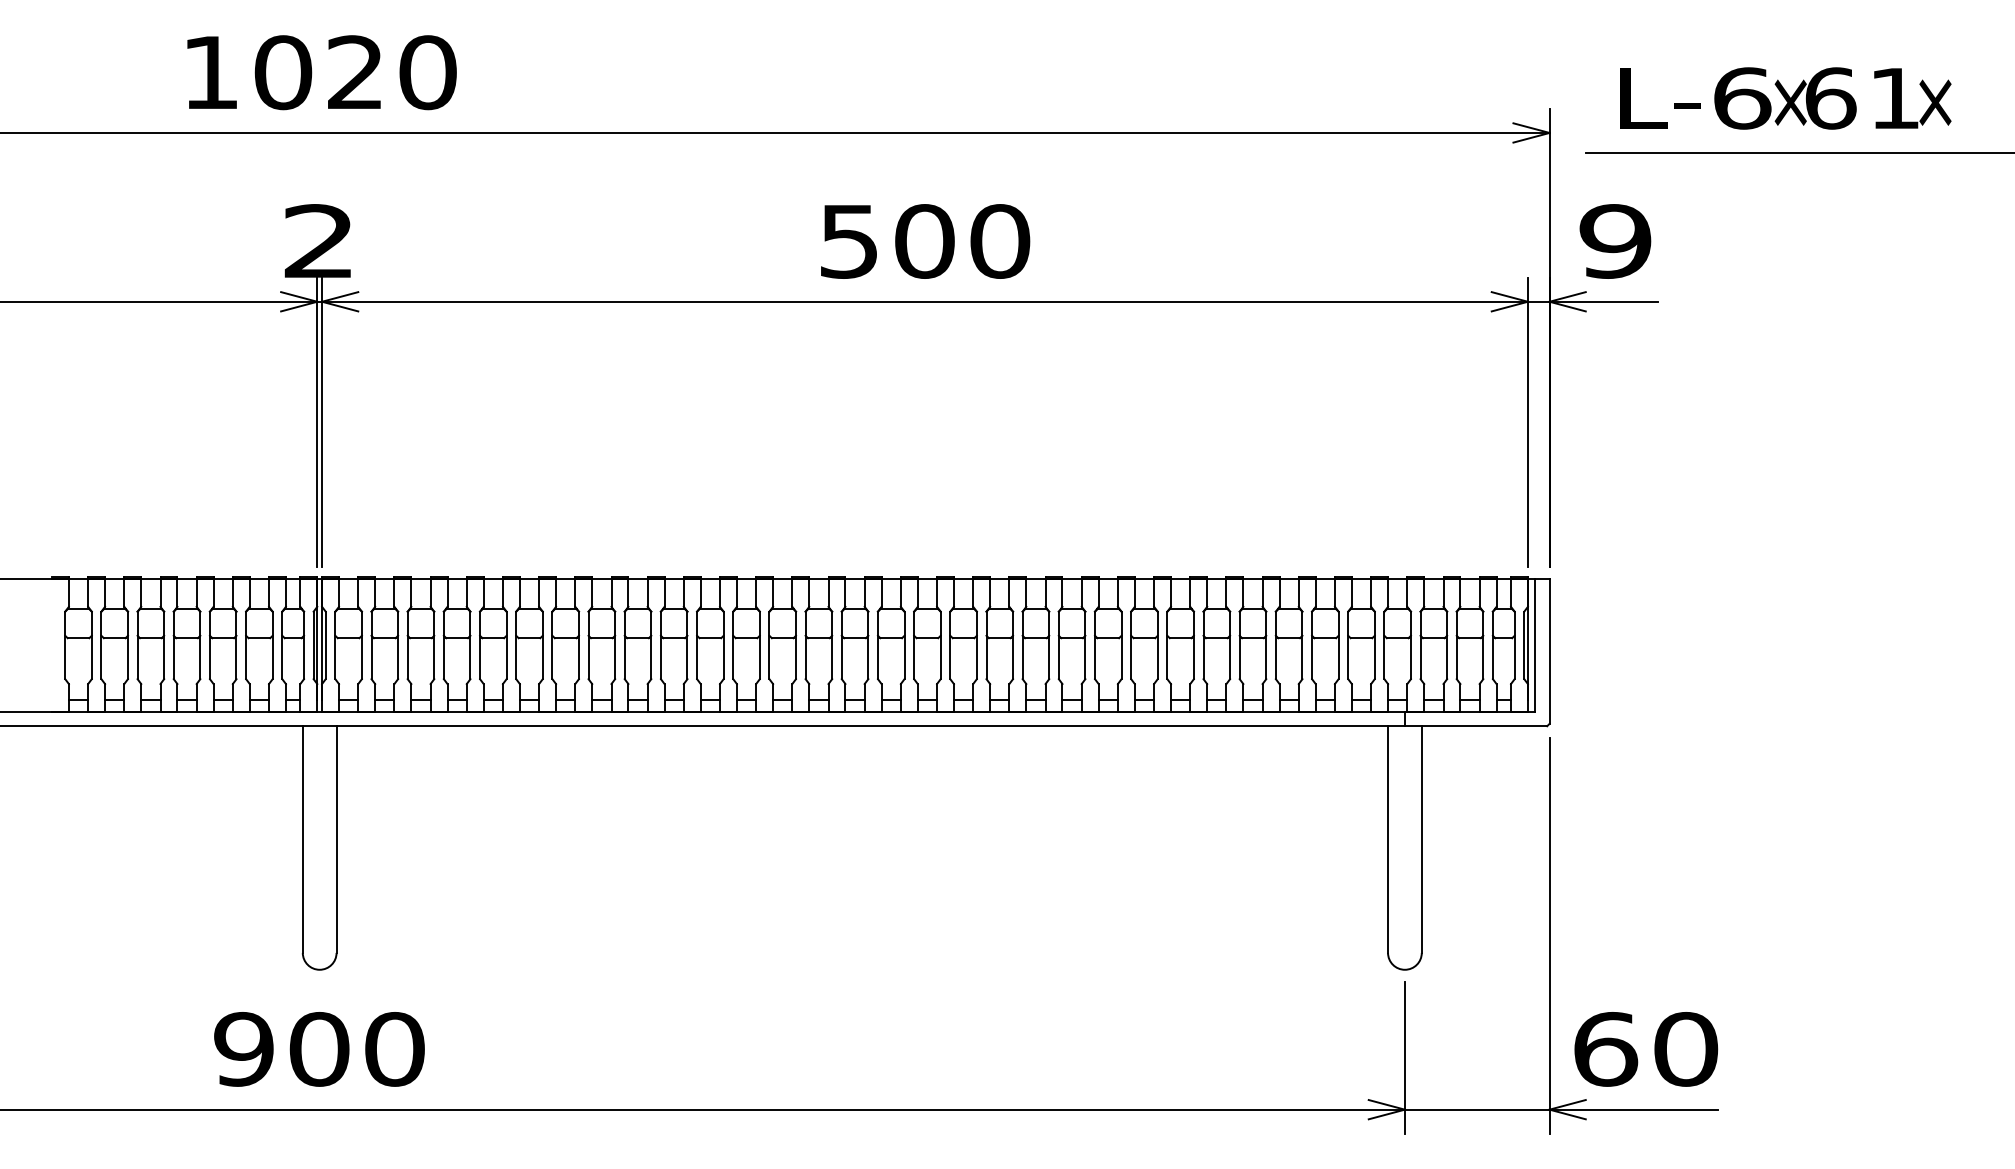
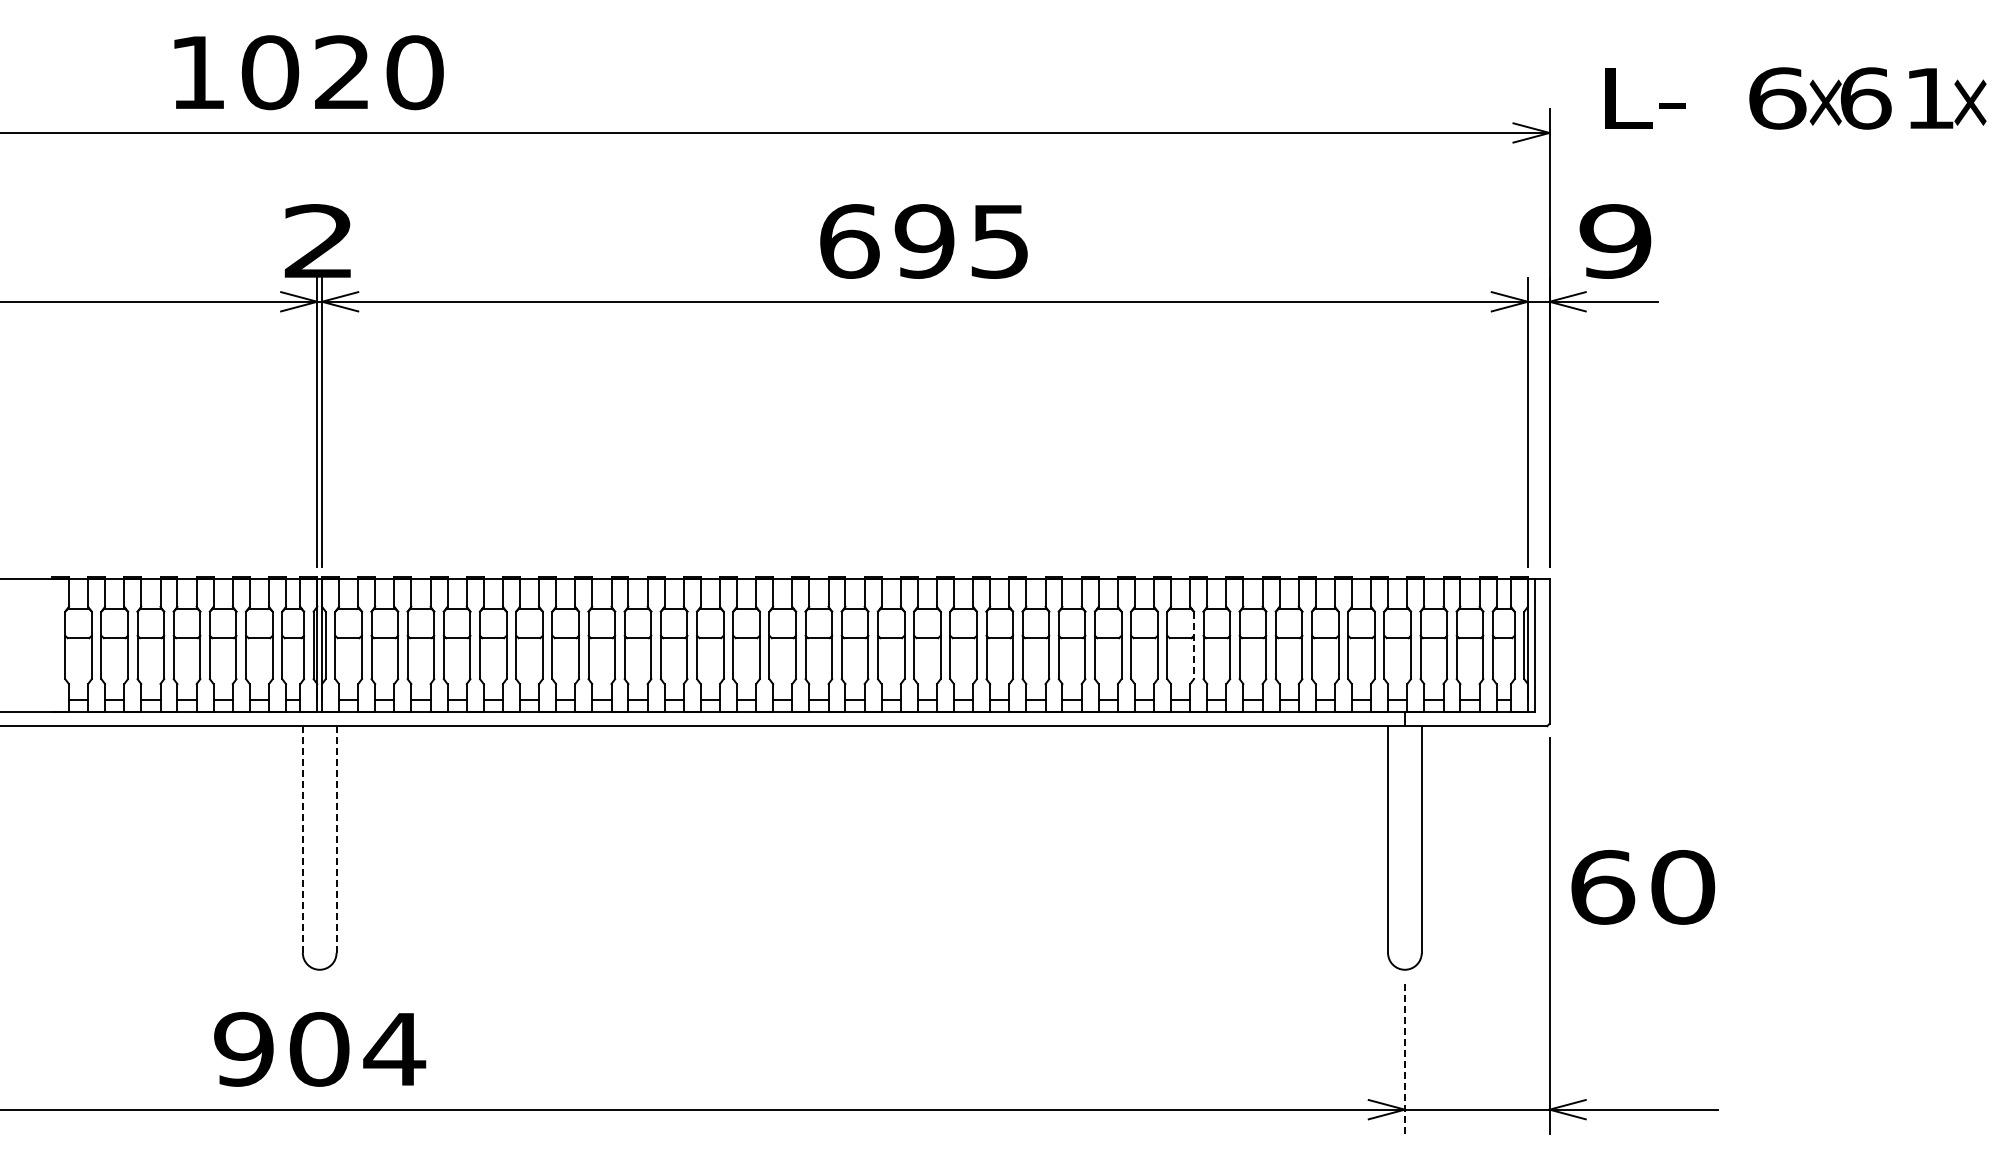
text at (321, 72) position: (321, 72) -> (308, 72)
text at (1660, 98) position: (1660, 98) -> (1645, 98)
text at (1832, 98) position: (1832, 98) -> (1867, 98)
line at (1798, 152): present -> none
text at (925, 241): 500 -> 695
line at (1193, 645): solid -> dashed
line at (336, 839): solid -> dashed
line at (302, 840): solid -> dashed
text at (394, 1049): 900 -> 904
text at (1646, 1049) position: (1646, 1049) -> (1643, 887)
line at (1404, 1057): solid -> dashed
